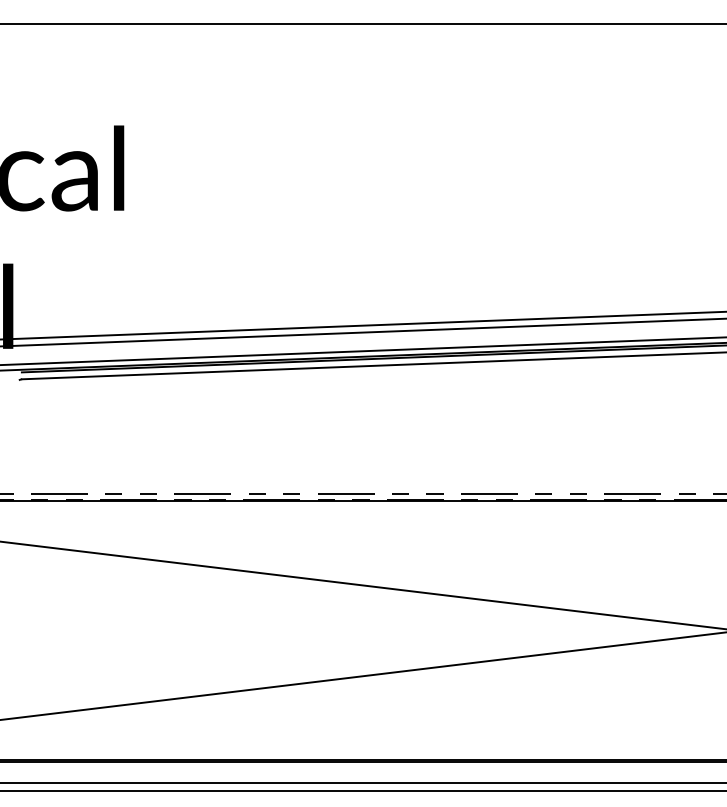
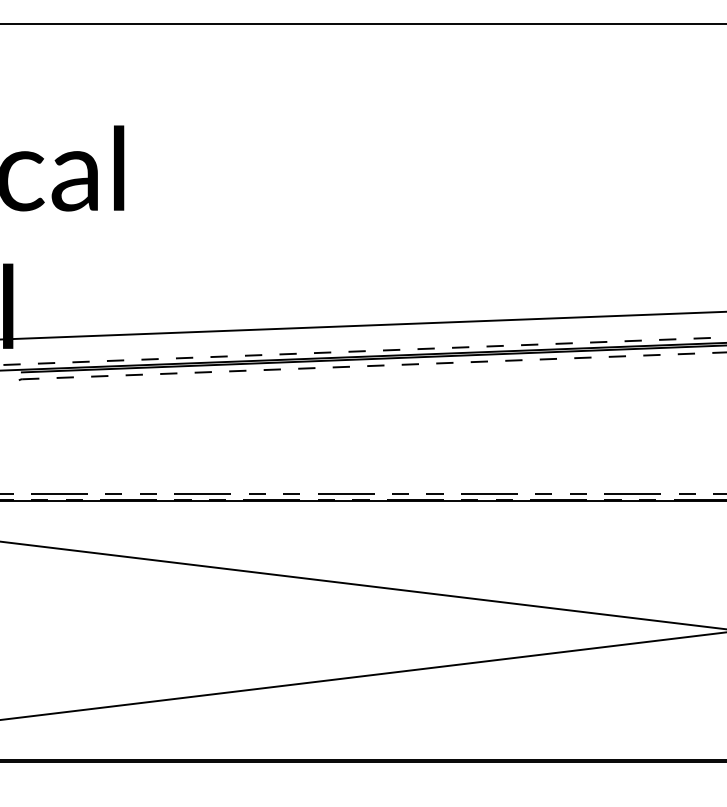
line at (362, 332): present -> none
line at (363, 351): solid -> dashed
line at (374, 365): solid -> dashed
line at (362, 782): present -> none
line at (362, 791): present -> none
